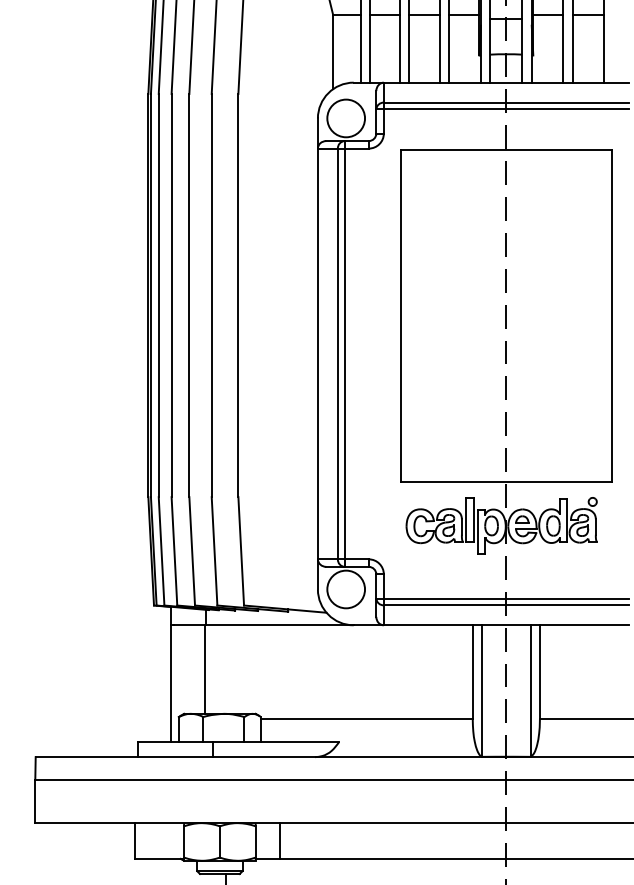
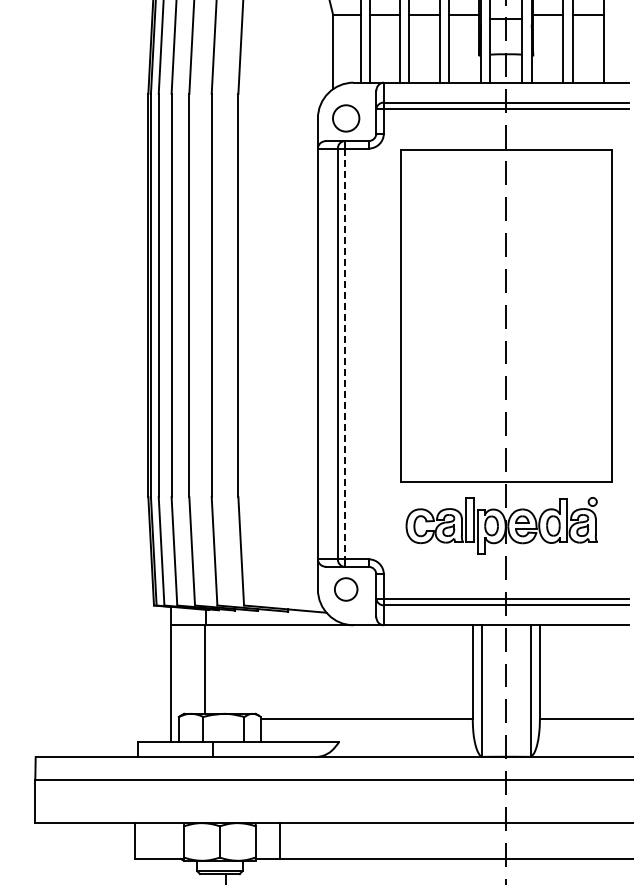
circle at (346, 118) diameter: 38 px -> 26 px
line at (344, 354): solid -> dashed
circle at (346, 589) diameter: 38 px -> 23 px
